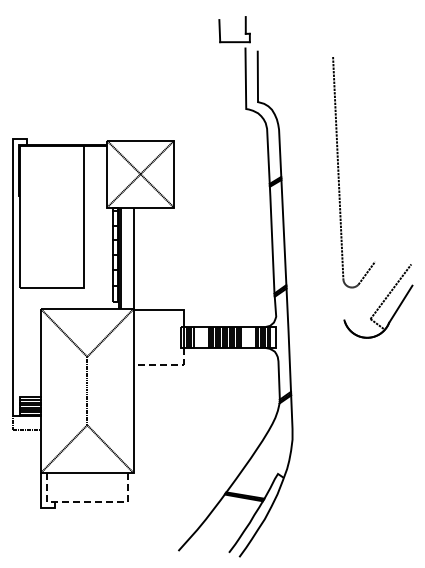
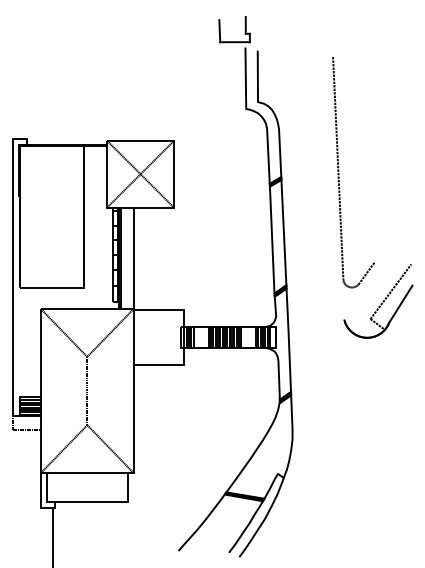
line at (167, 364): dashed -> solid
line at (88, 502): dashed -> solid
line at (53, 536): none -> present
